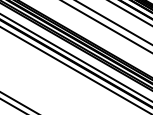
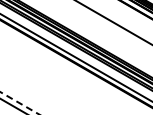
line at (130, 13): present -> none
line at (106, 26): present -> none
line at (74, 69): present -> none
line at (19, 103): solid -> dashed
